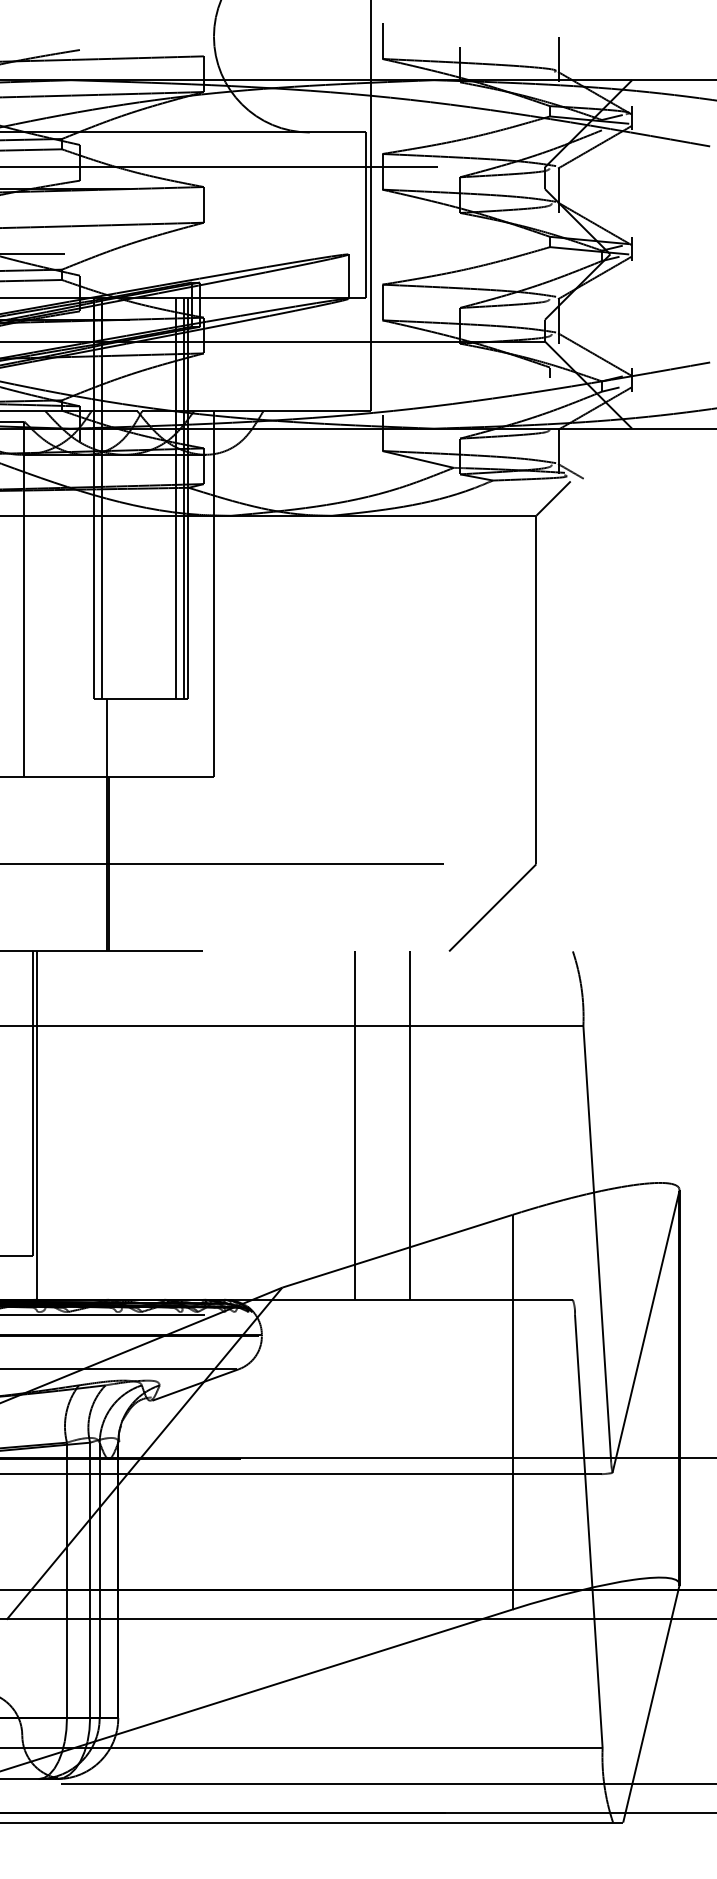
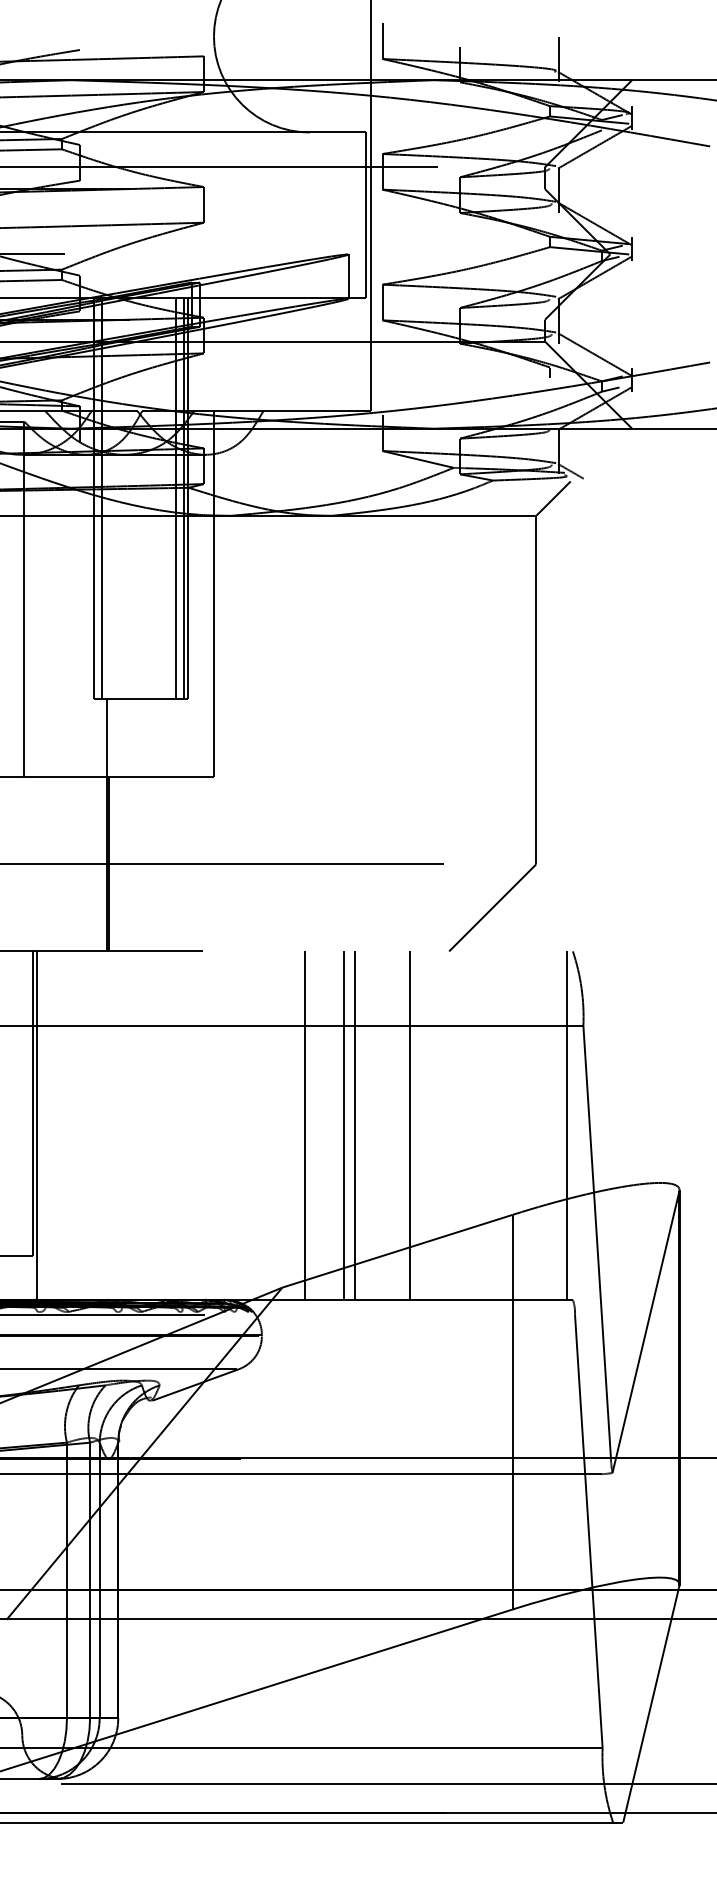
line at (305, 1125): none -> present
line at (344, 1125): none -> present
line at (566, 1125): none -> present
